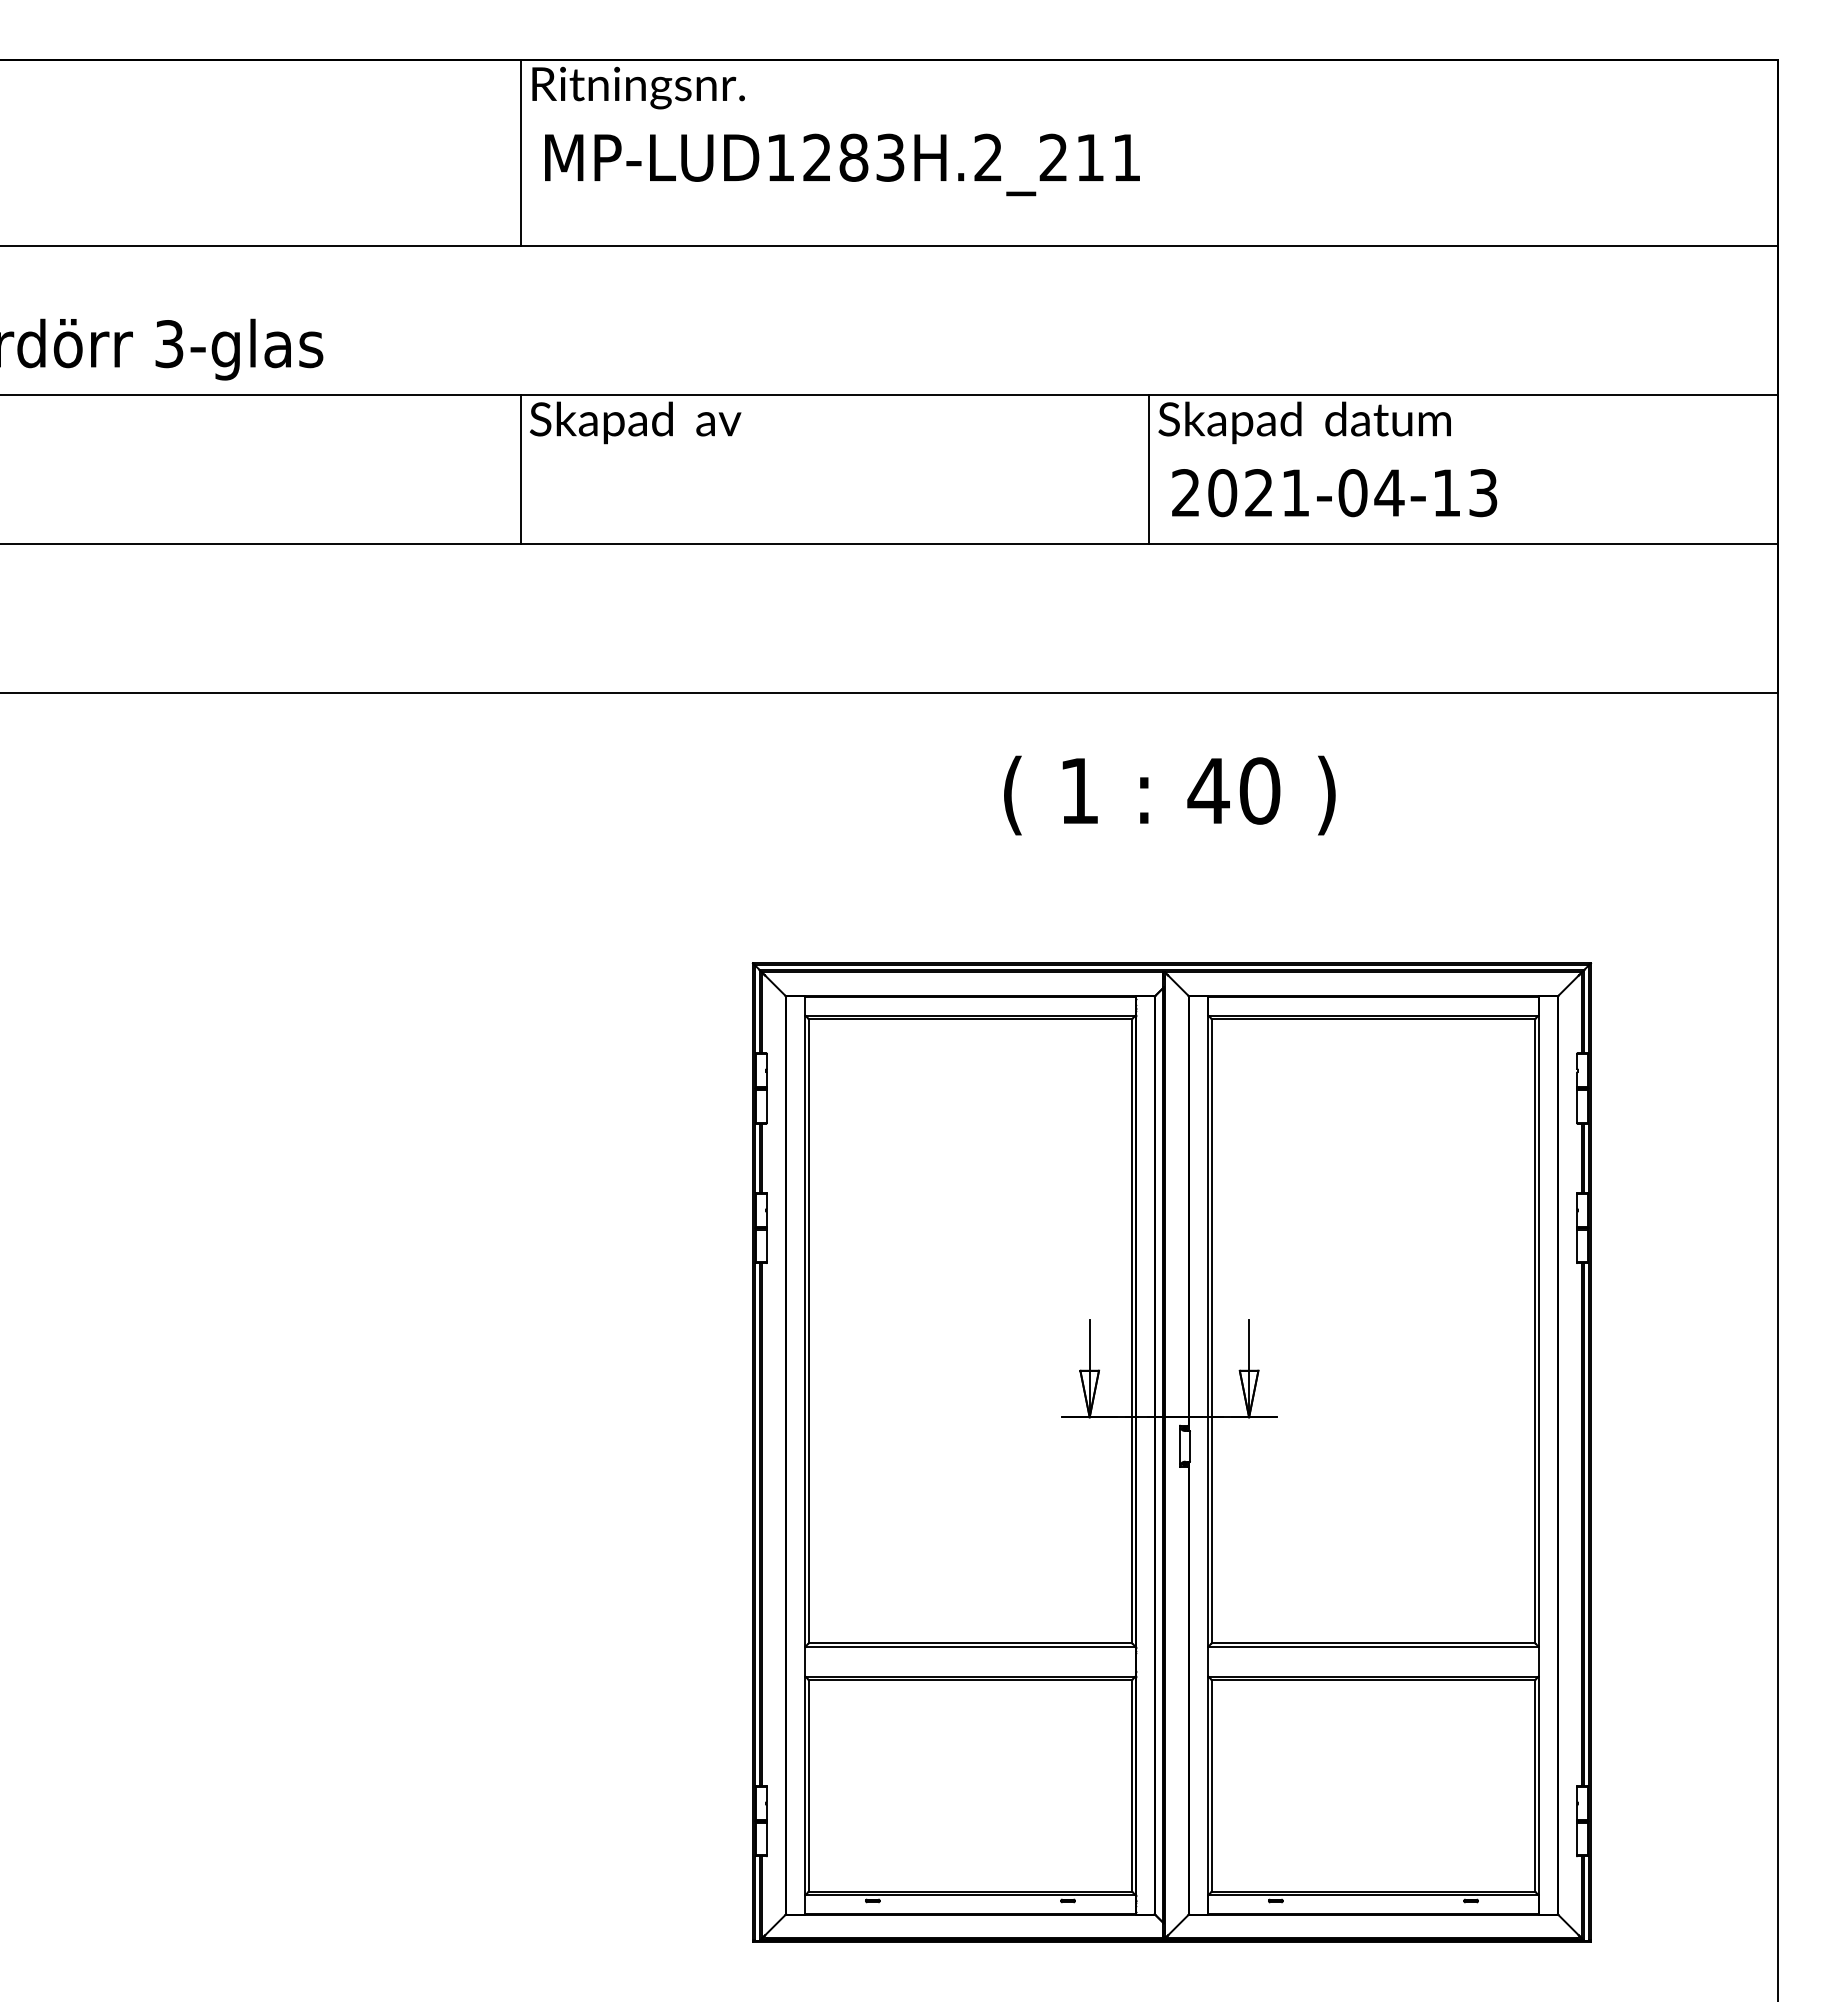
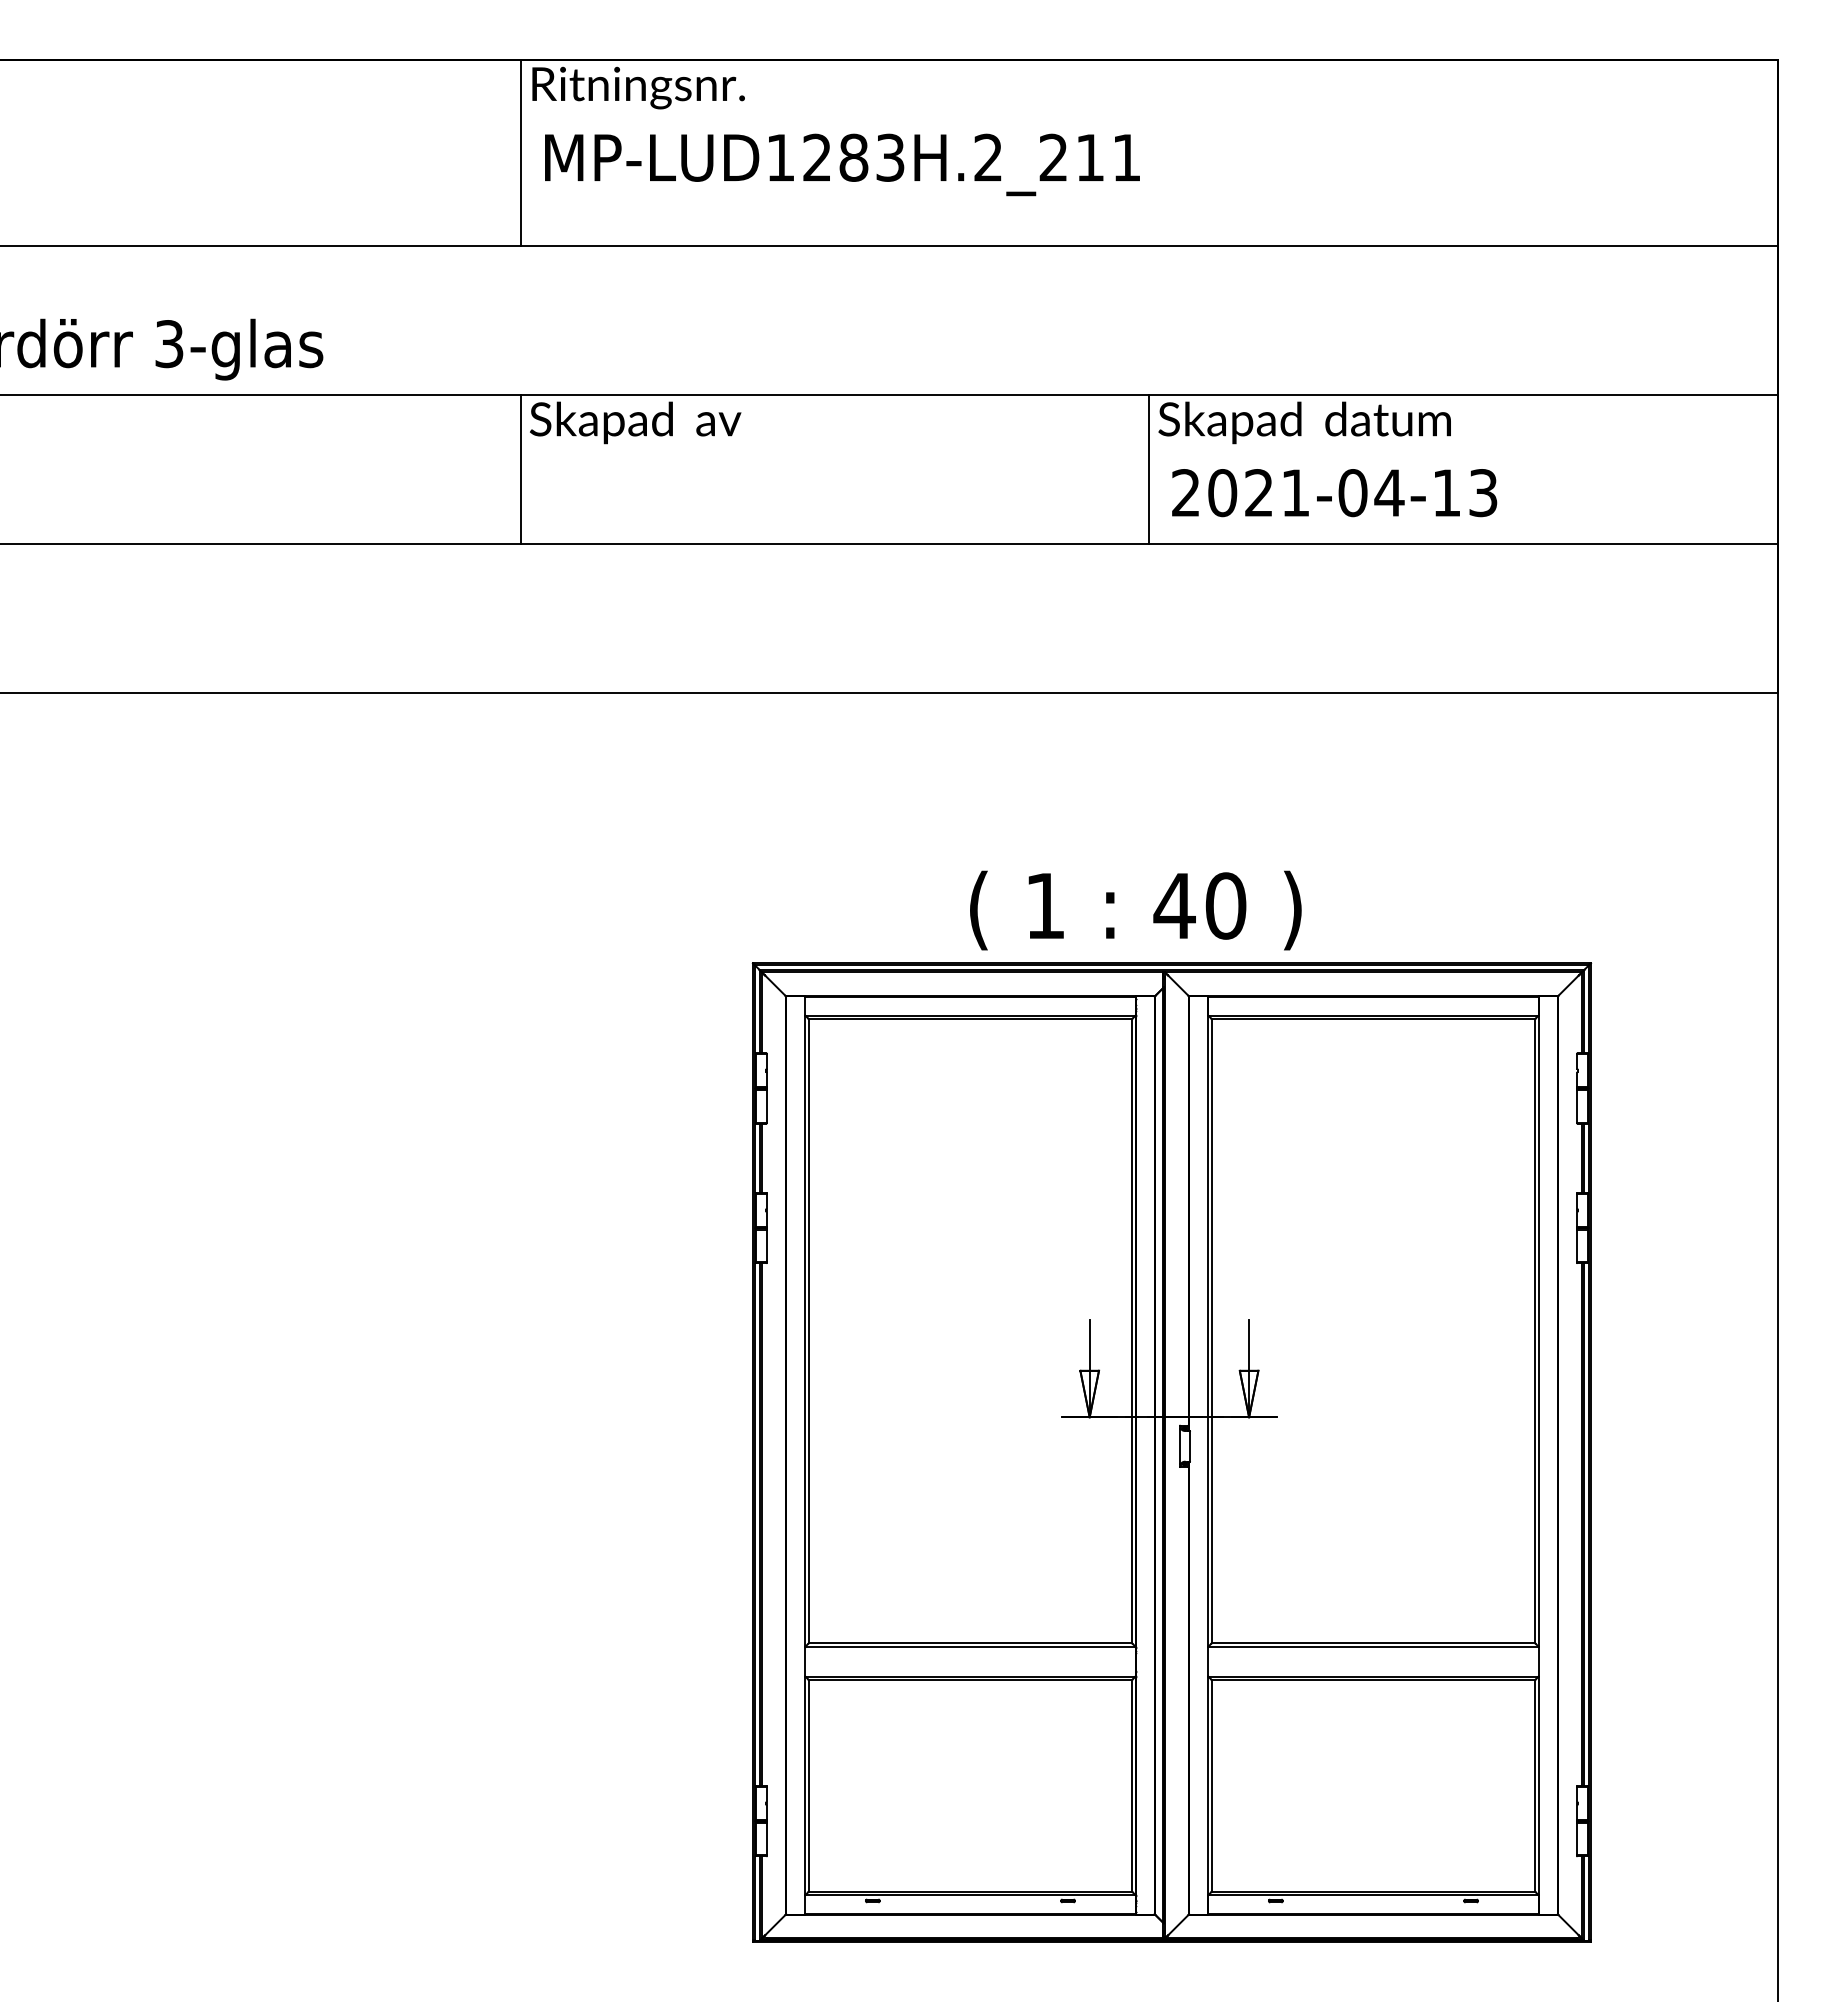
text at (1169, 795) position: (1169, 795) -> (1135, 910)
